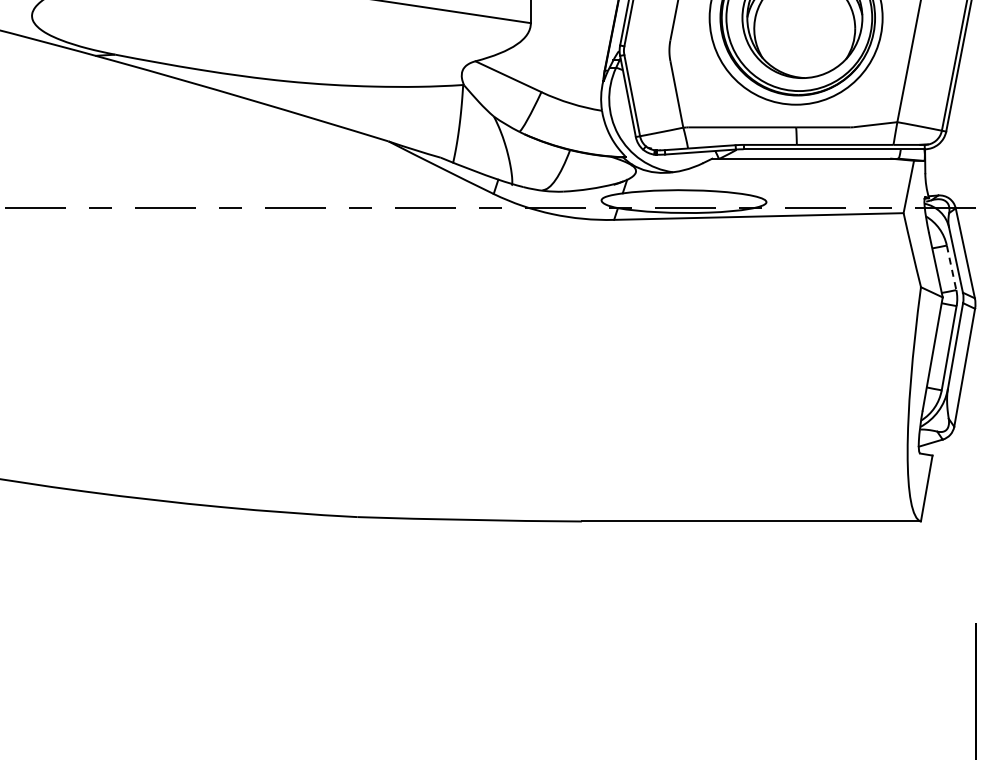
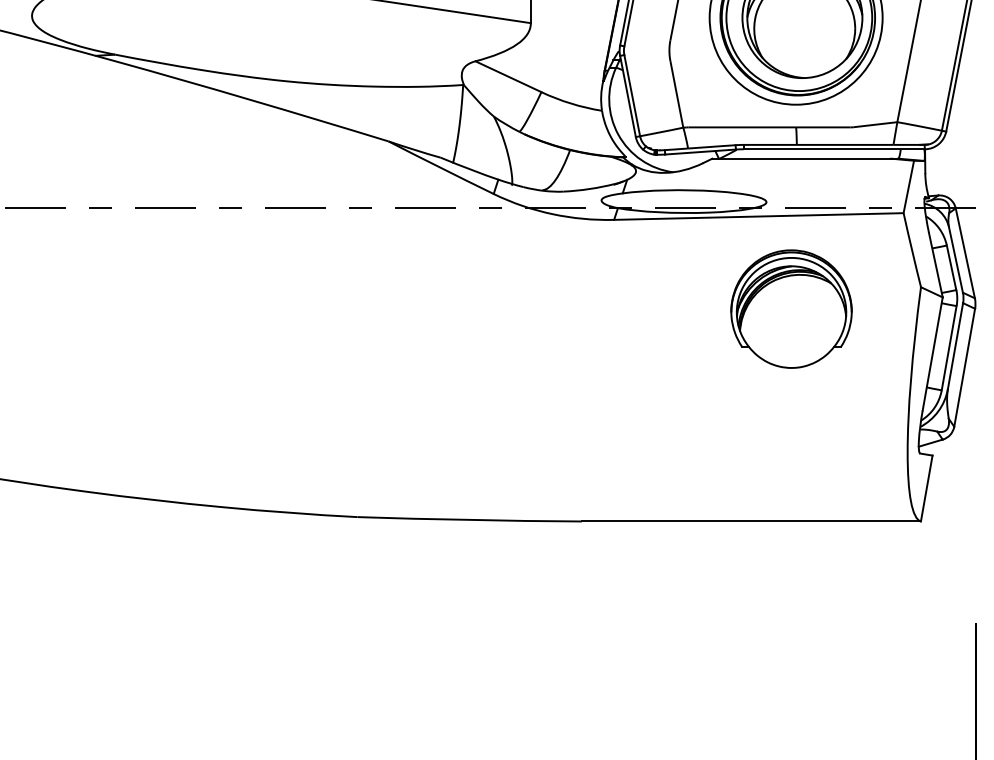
line at (951, 267): dashed -> solid
part at (791, 308): none -> present
